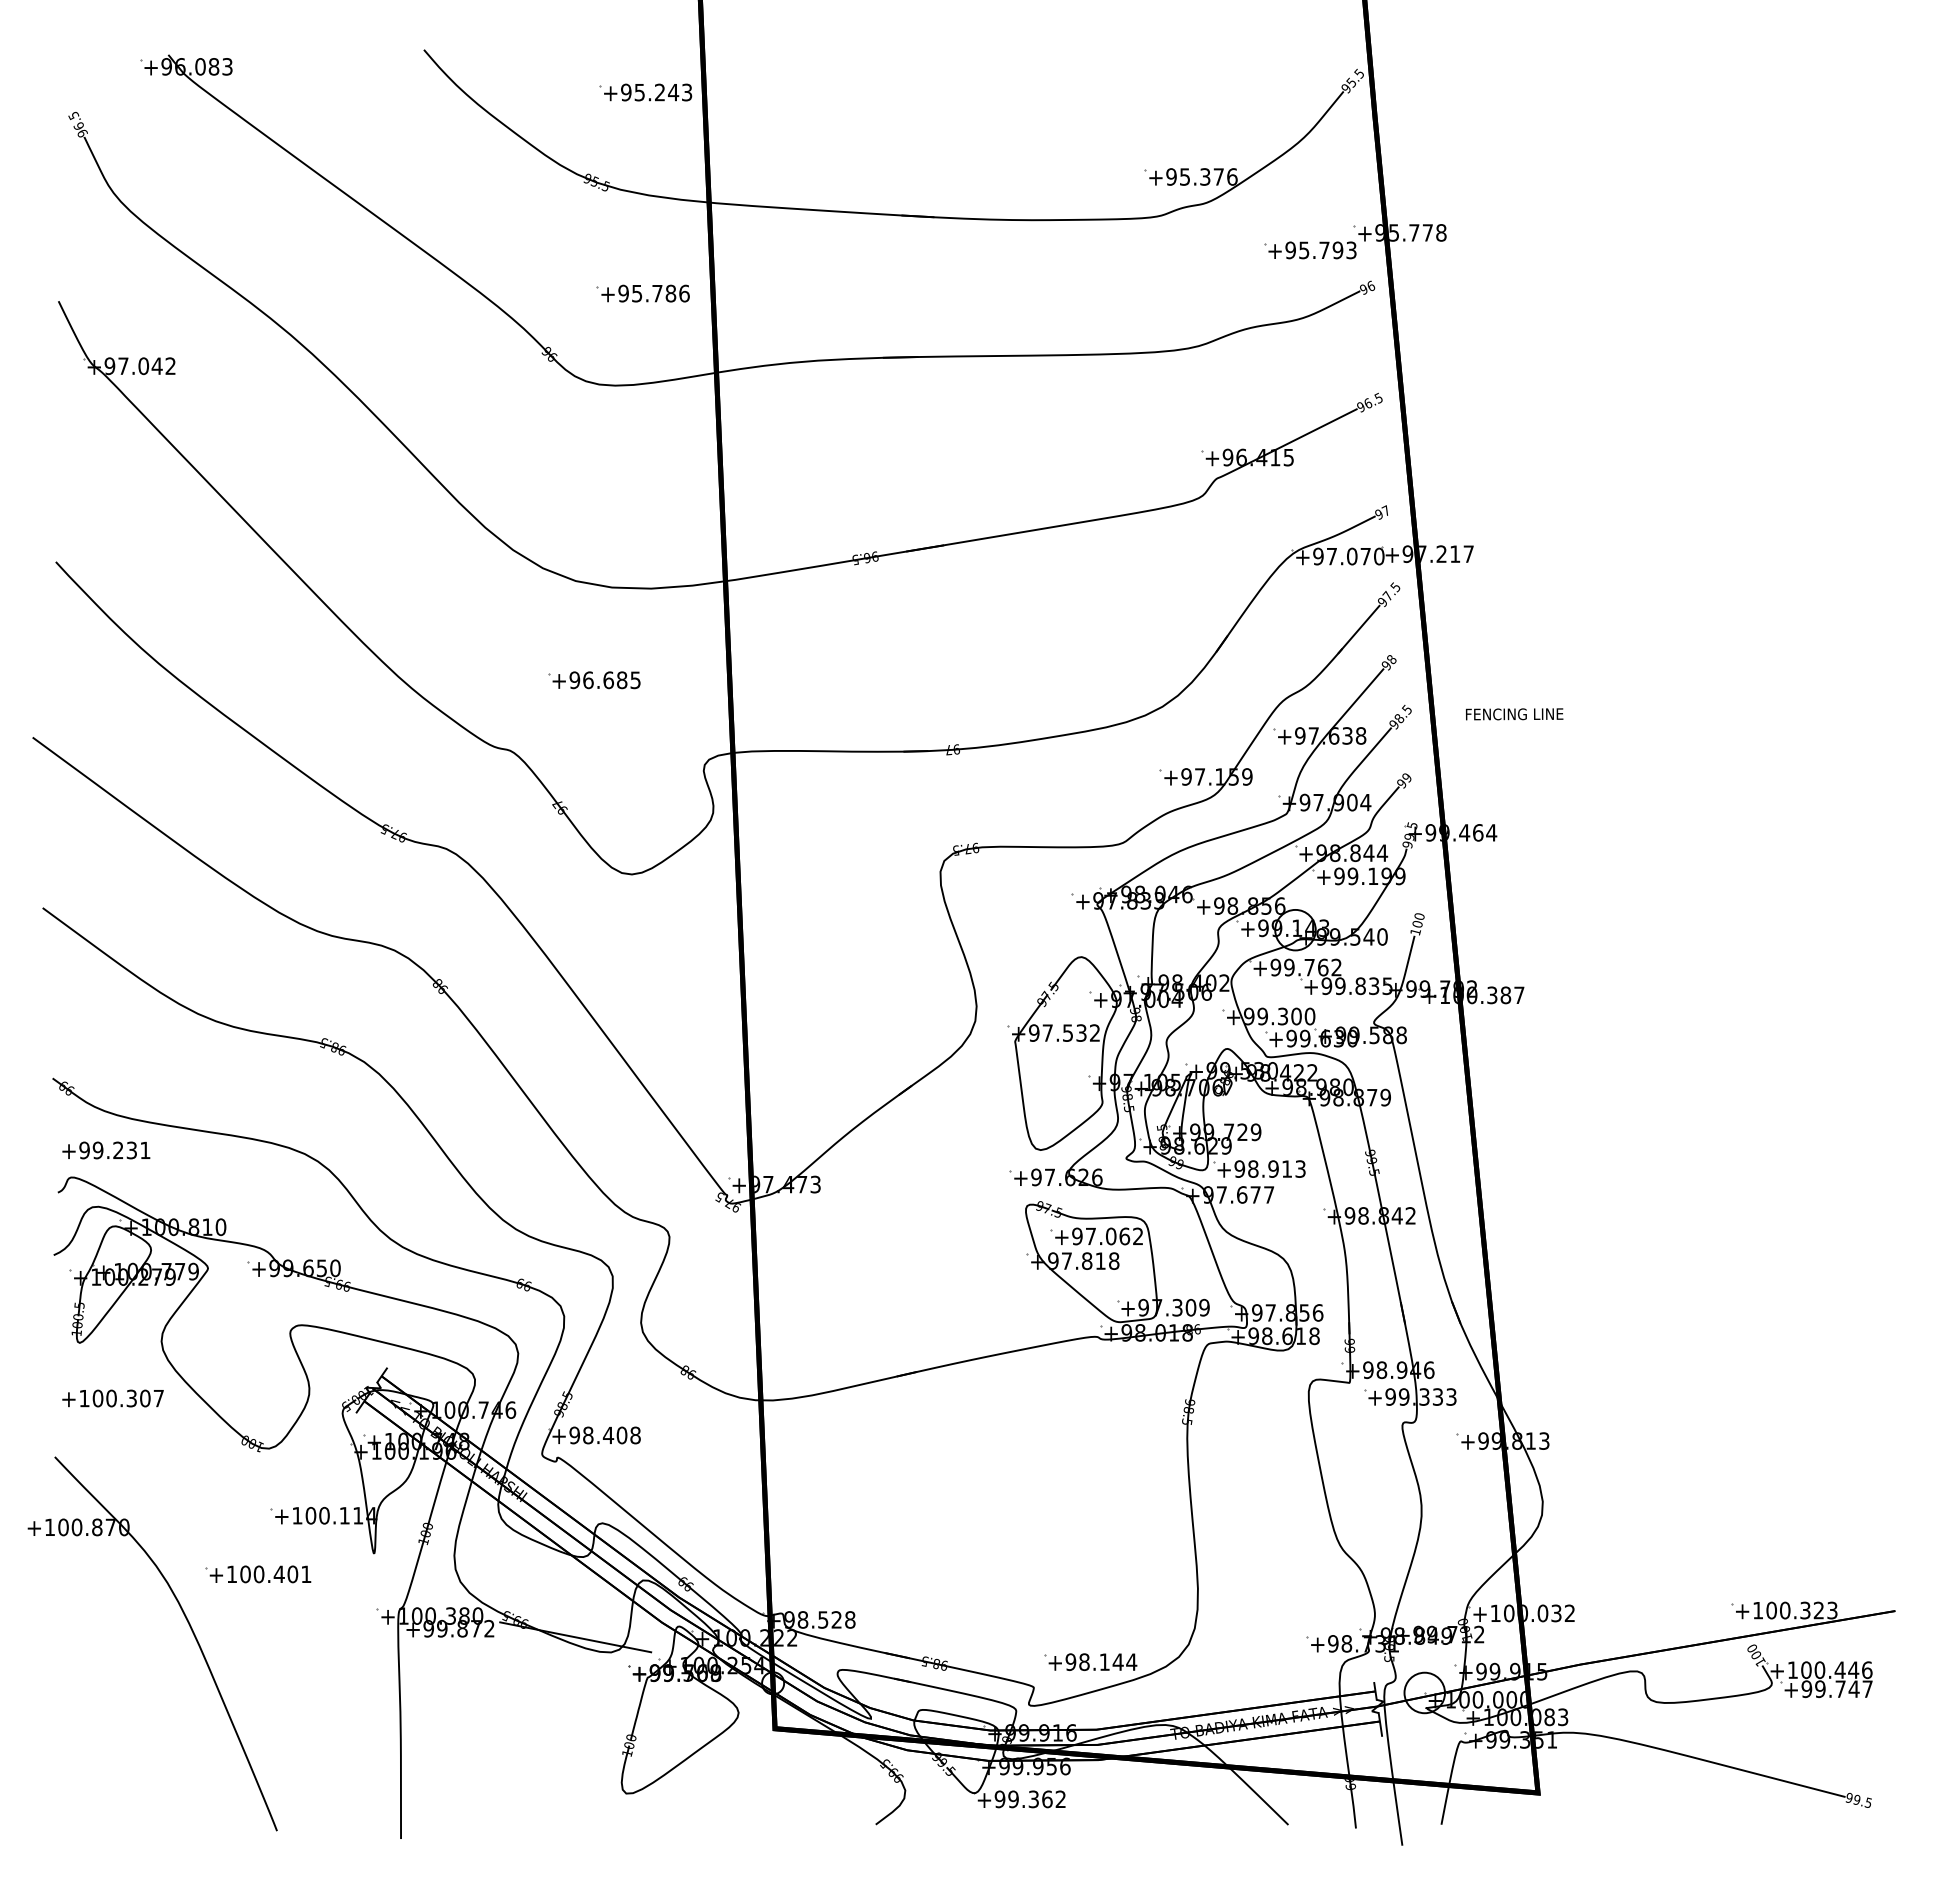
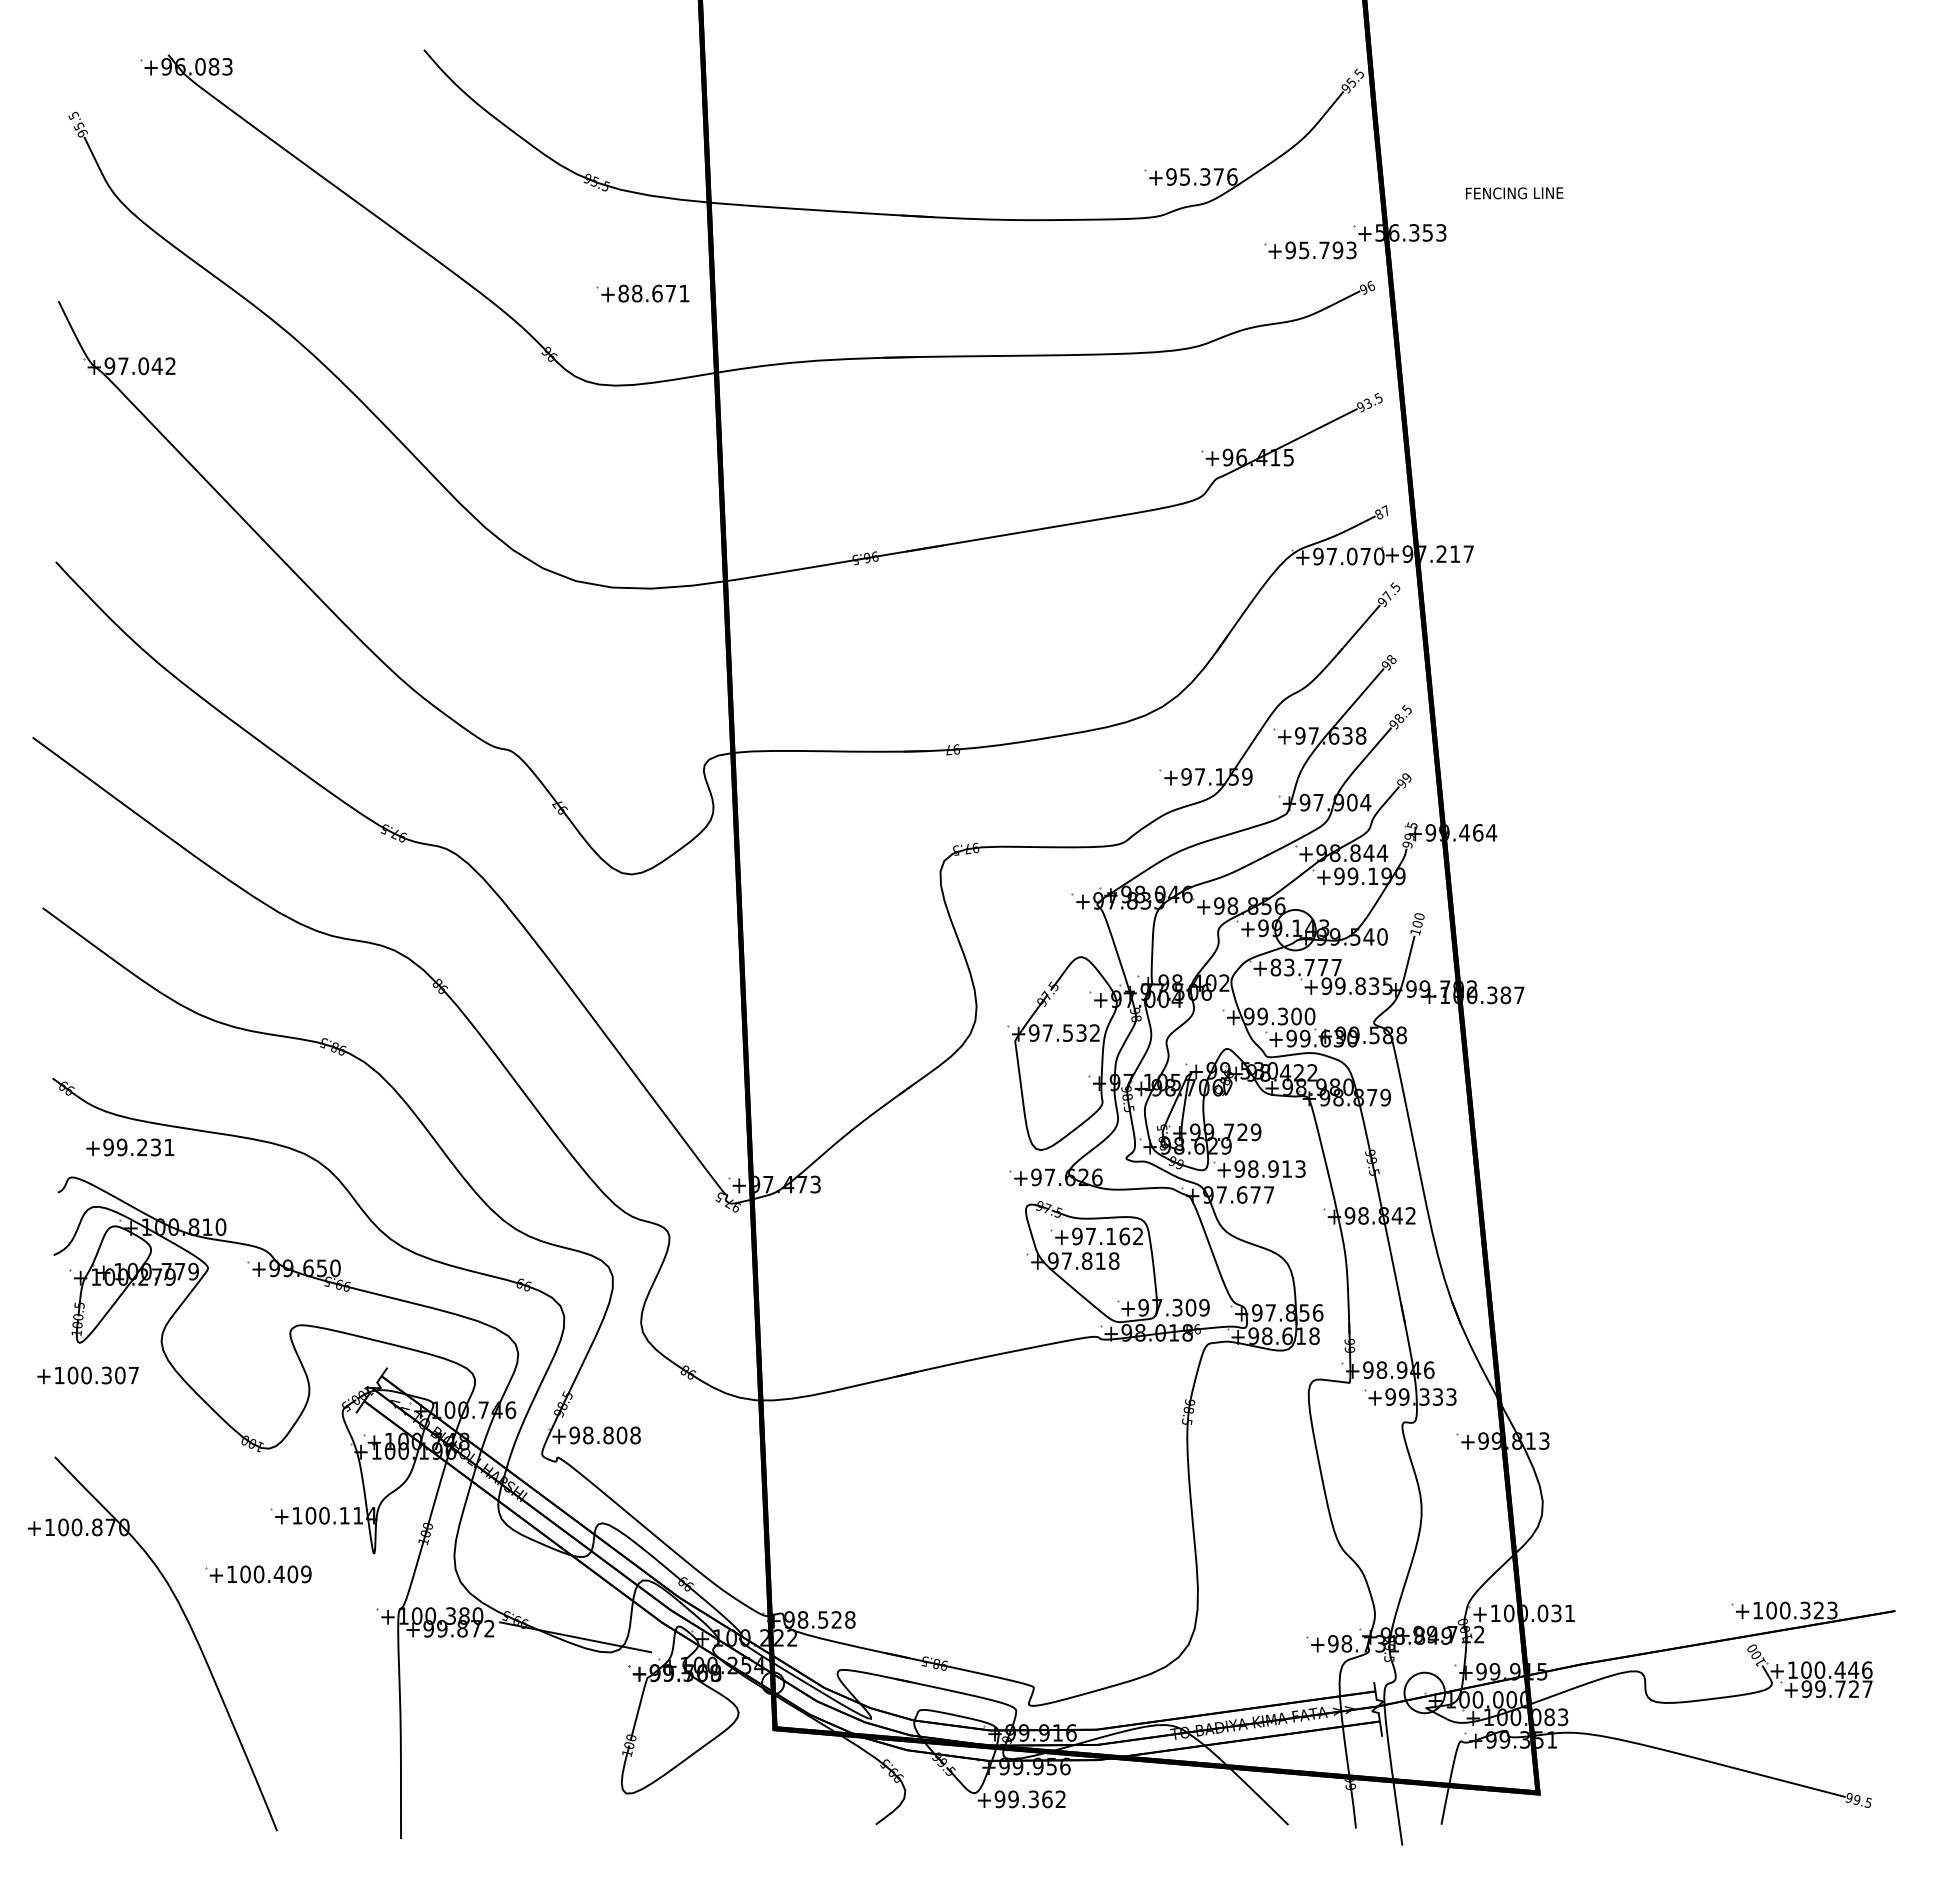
part at (645, 92): present -> none
text at (78, 126): 96.5 -> 95.5
text at (1410, 232): +95.778 -> +56.353
text at (653, 293): +95.786 -> +88.671
text at (1367, 403): 96.5 -> 93.5
text at (1379, 514): 97 -> 87
part at (594, 680): present -> none
text at (1514, 714) position: (1514, 714) -> (1514, 193)
text at (1305, 967): +99.762 -> +83.777
text at (106, 1150) position: (106, 1150) -> (130, 1147)
text at (1111, 1236): +97.062 -> +97.162
text at (112, 1398) position: (112, 1398) -> (87, 1375)
text at (608, 1435): +98.408 -> +98.808
text at (306, 1574): +100.401 -> +100.409
text at (1569, 1612): +100.032 -> +100.031
part at (1090, 1661): present -> none
text at (1853, 1688): +99.747 -> +99.727
